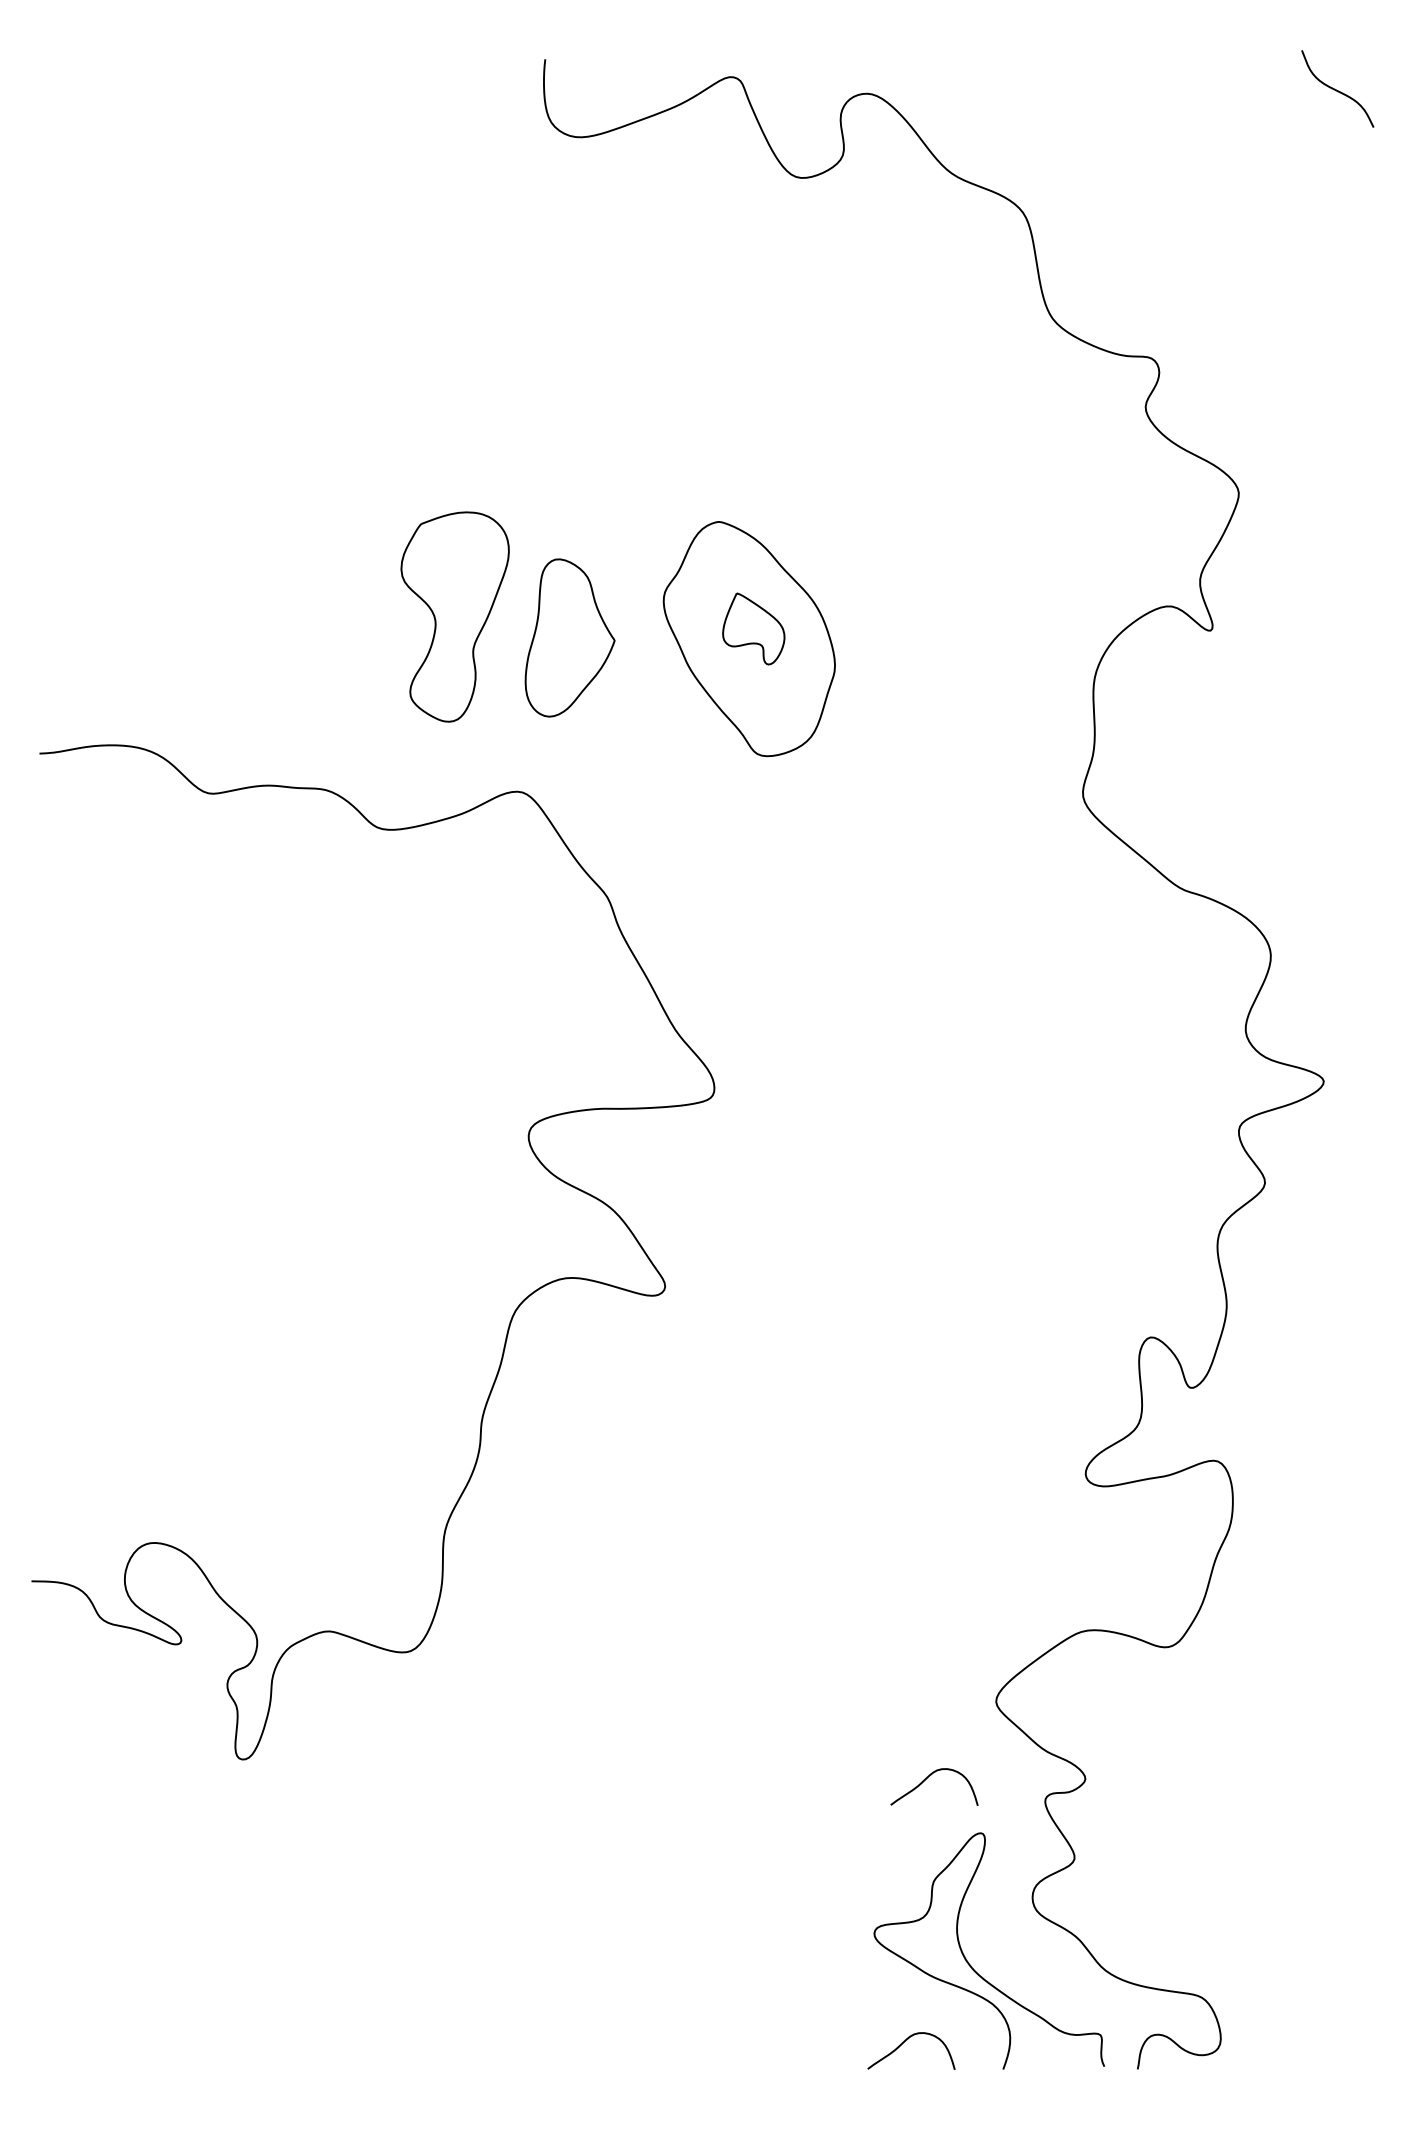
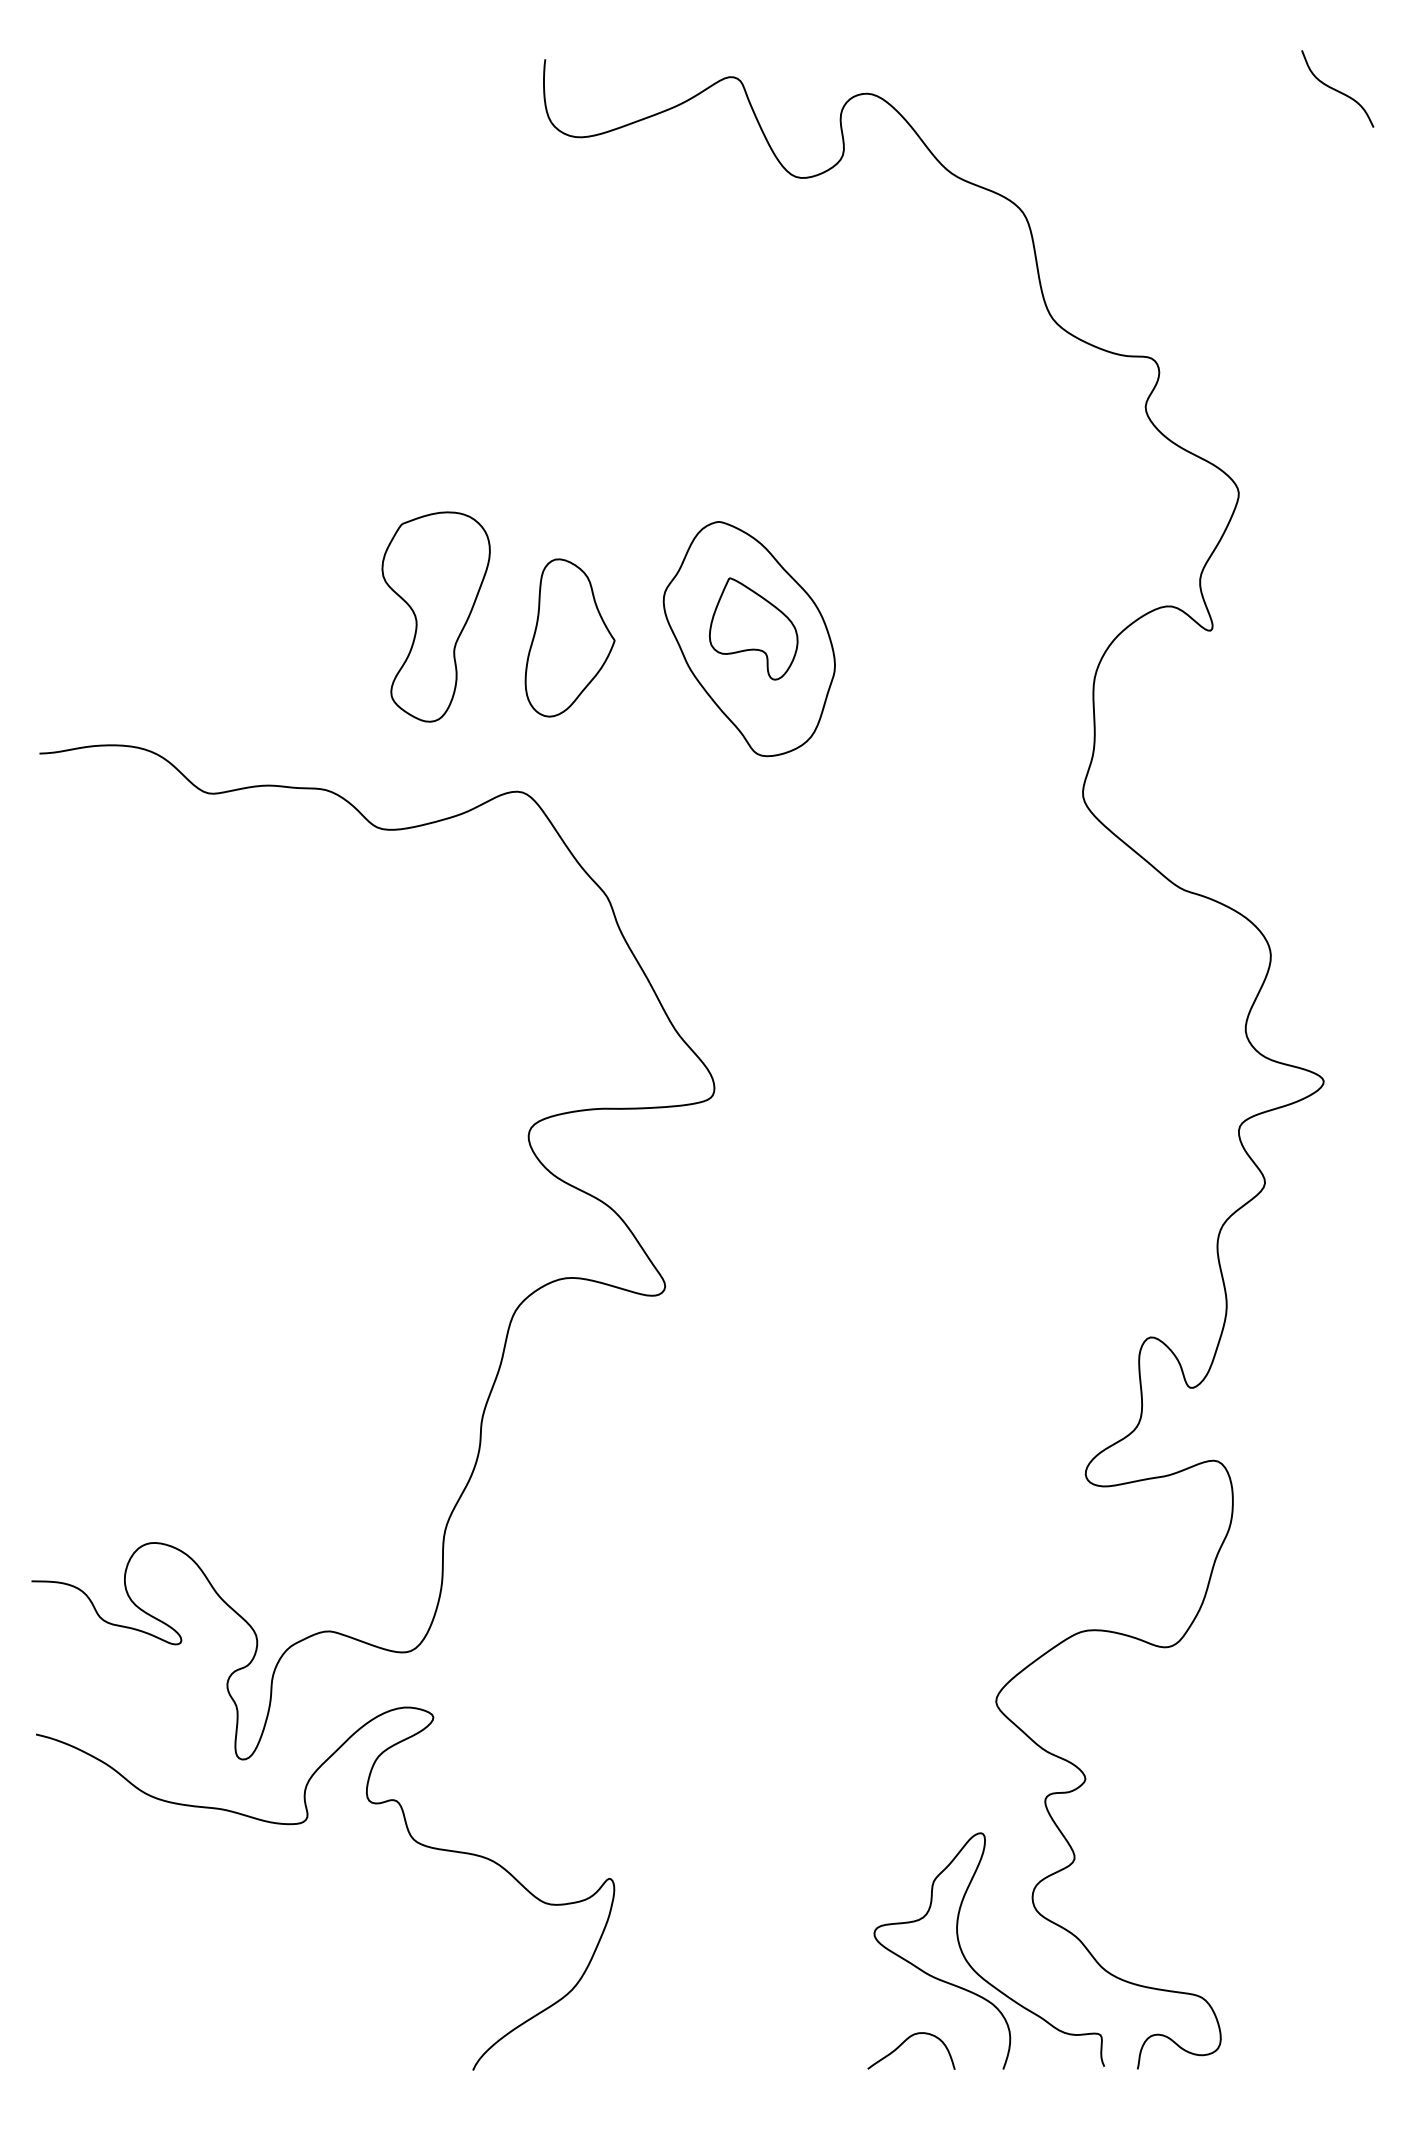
part at (454, 616) position: (454, 616) -> (435, 616)
part at (753, 628) size: 64x74 px -> 90x104 px
curve at (927, 1778): present -> none
curve at (300, 1824): none -> present
